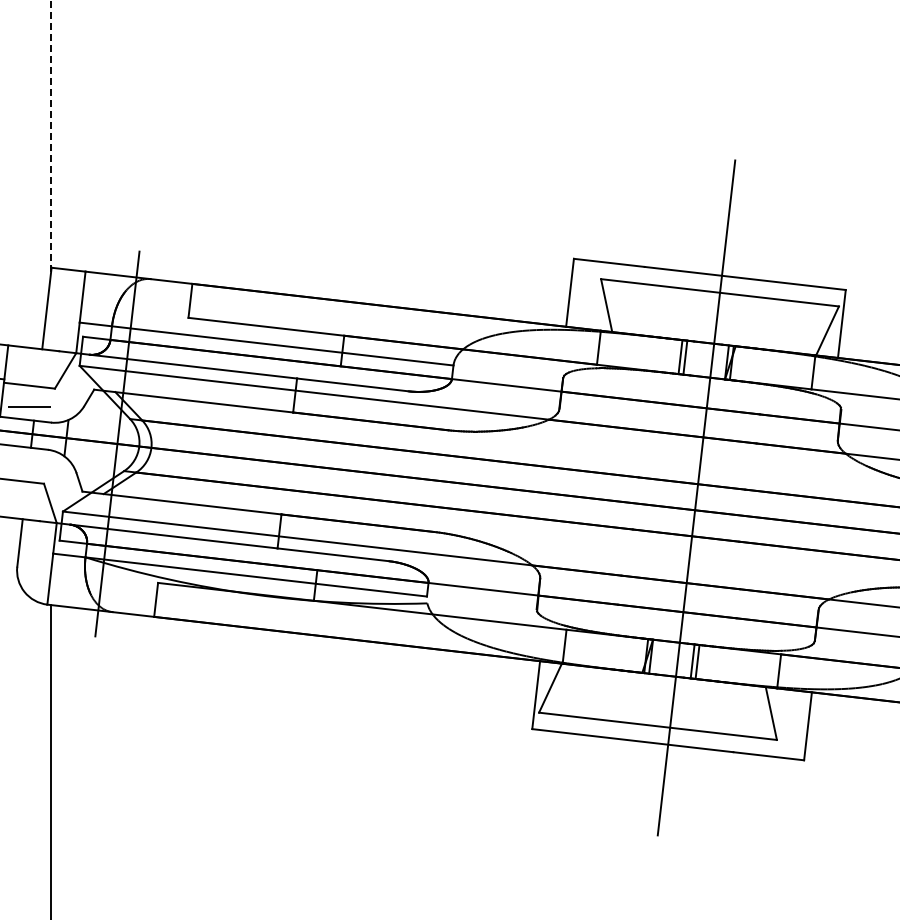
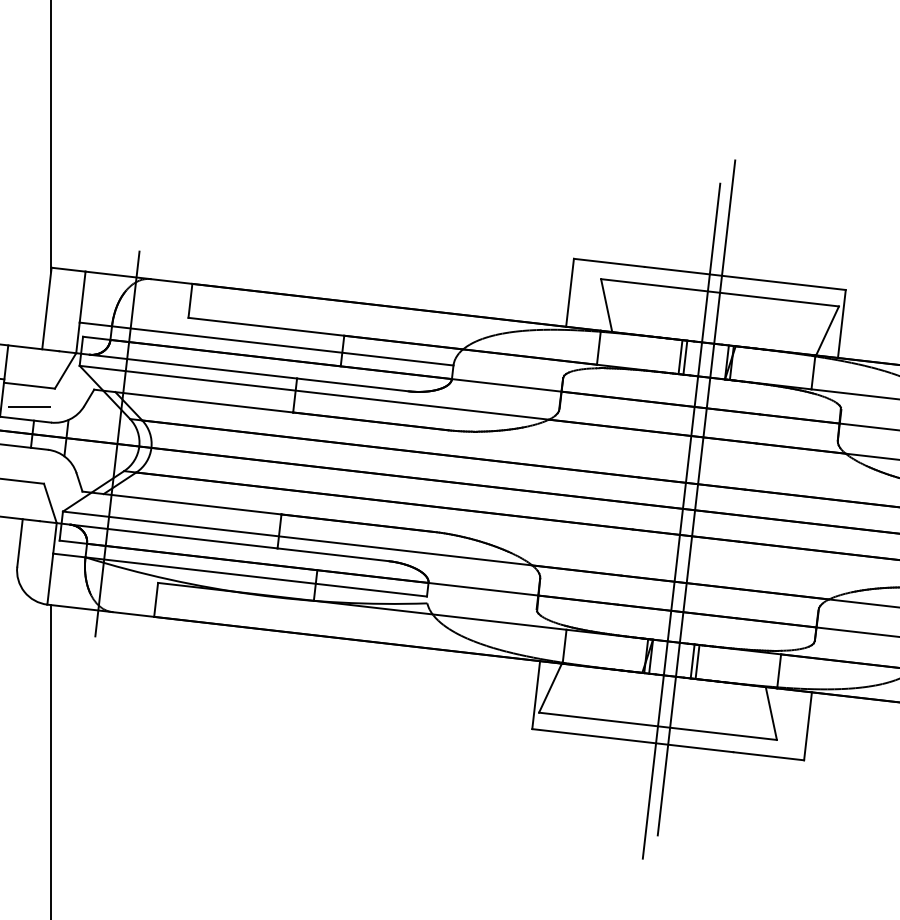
line at (51, 135): dashed -> solid
line at (681, 520): none -> present
